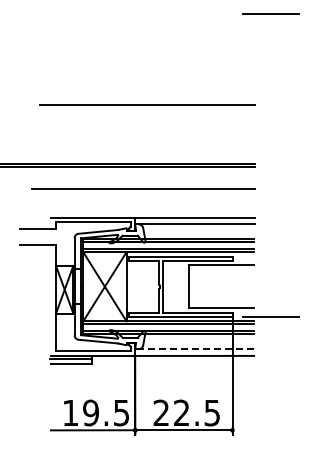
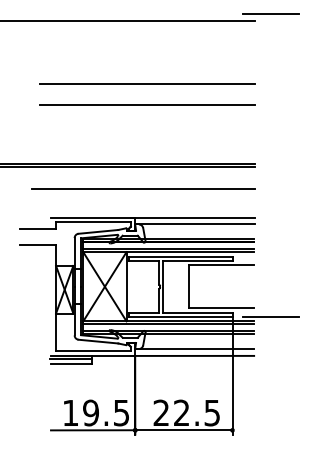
line at (128, 20): none -> present
line at (147, 83): none -> present
line at (194, 349): dashed -> solid
